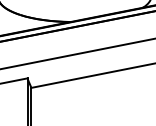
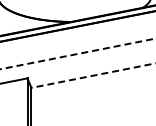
line at (77, 53): solid -> dashed
line at (93, 75): solid -> dashed
